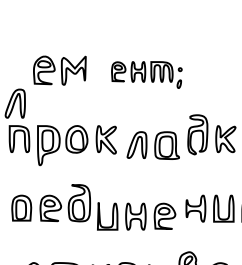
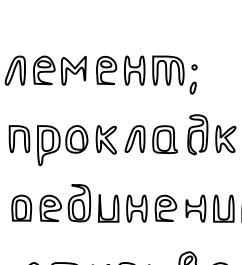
part at (146, 74) size: 72x28 px -> 102x40 px
part at (14, 103) position: (14, 103) -> (14, 70)
part at (152, 145) position: (152, 145) -> (150, 139)
part at (136, 216) position: (136, 216) -> (137, 208)
